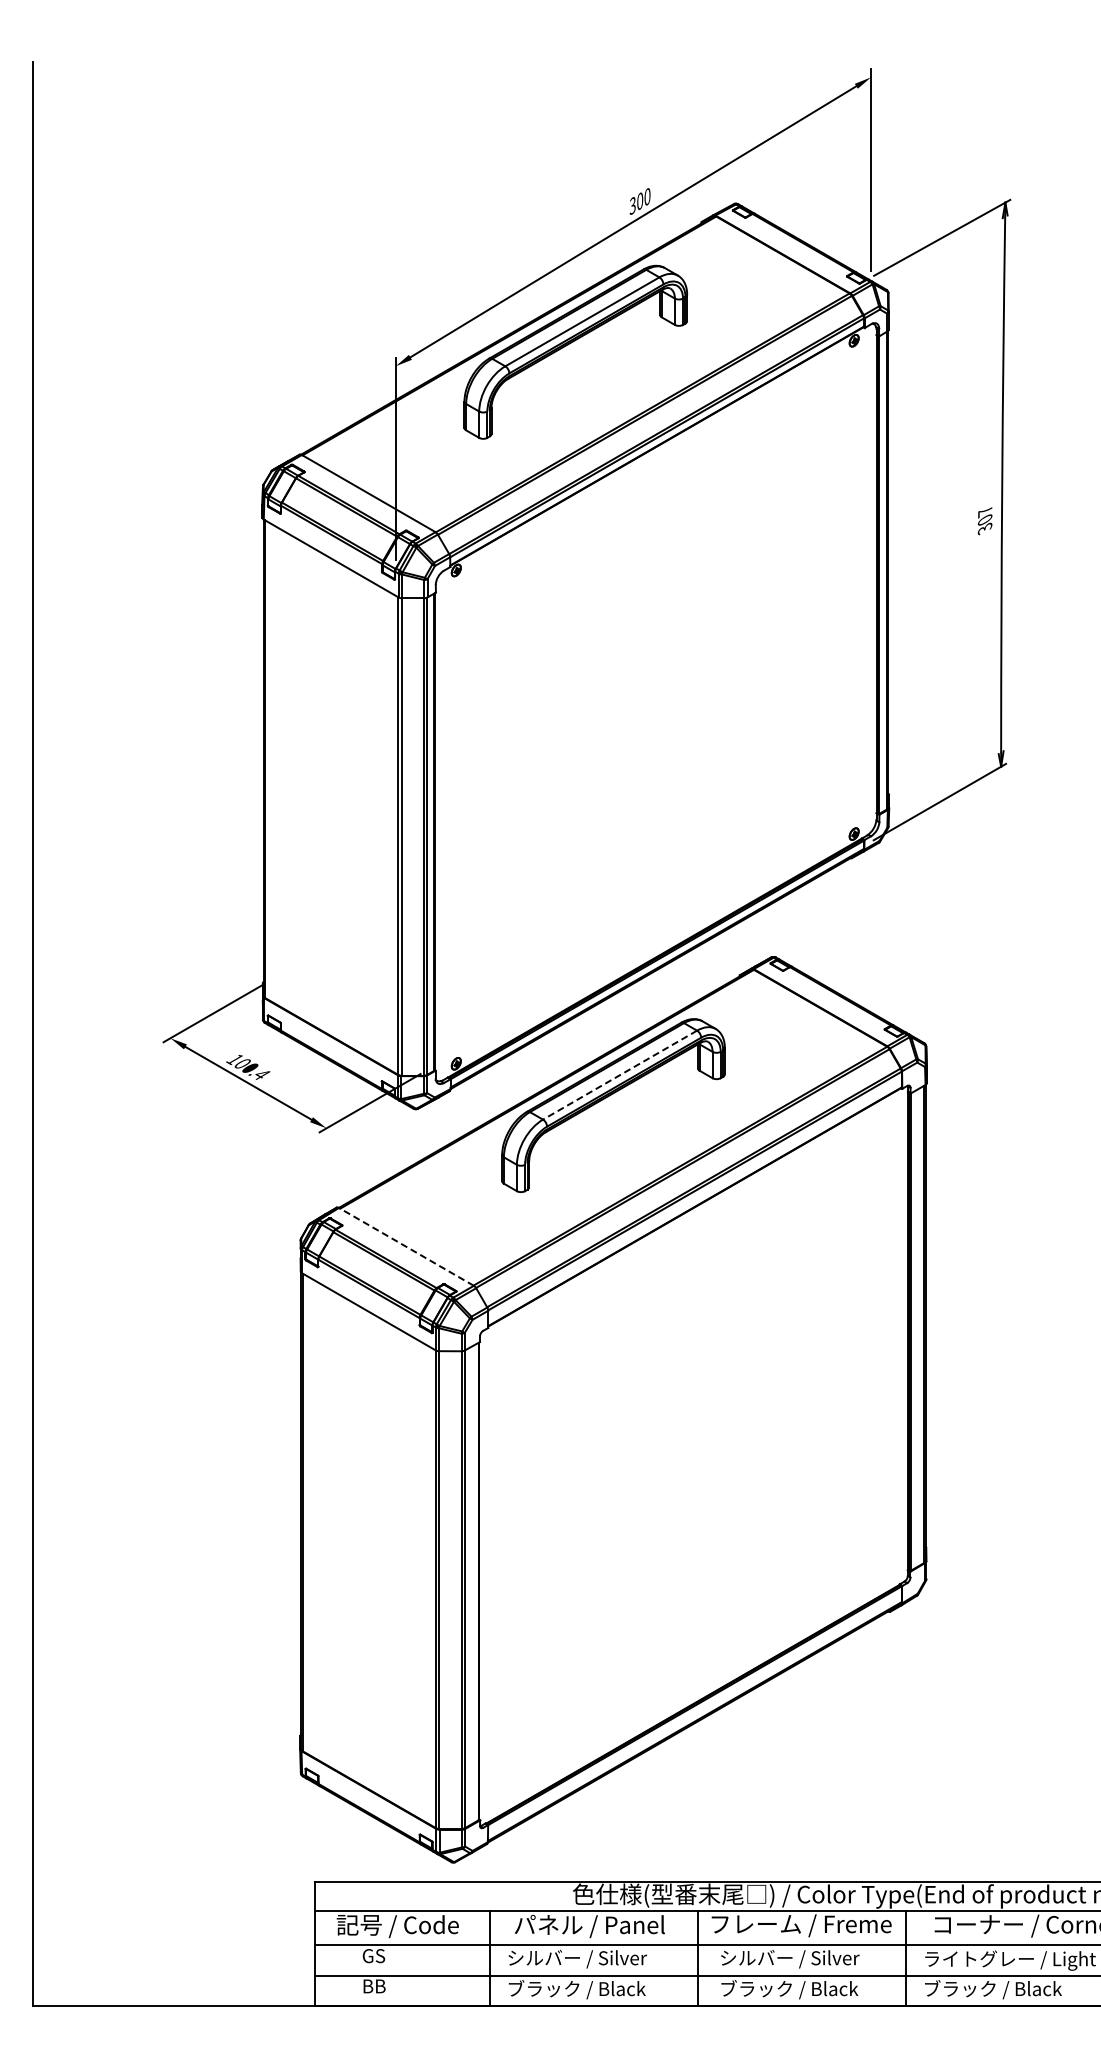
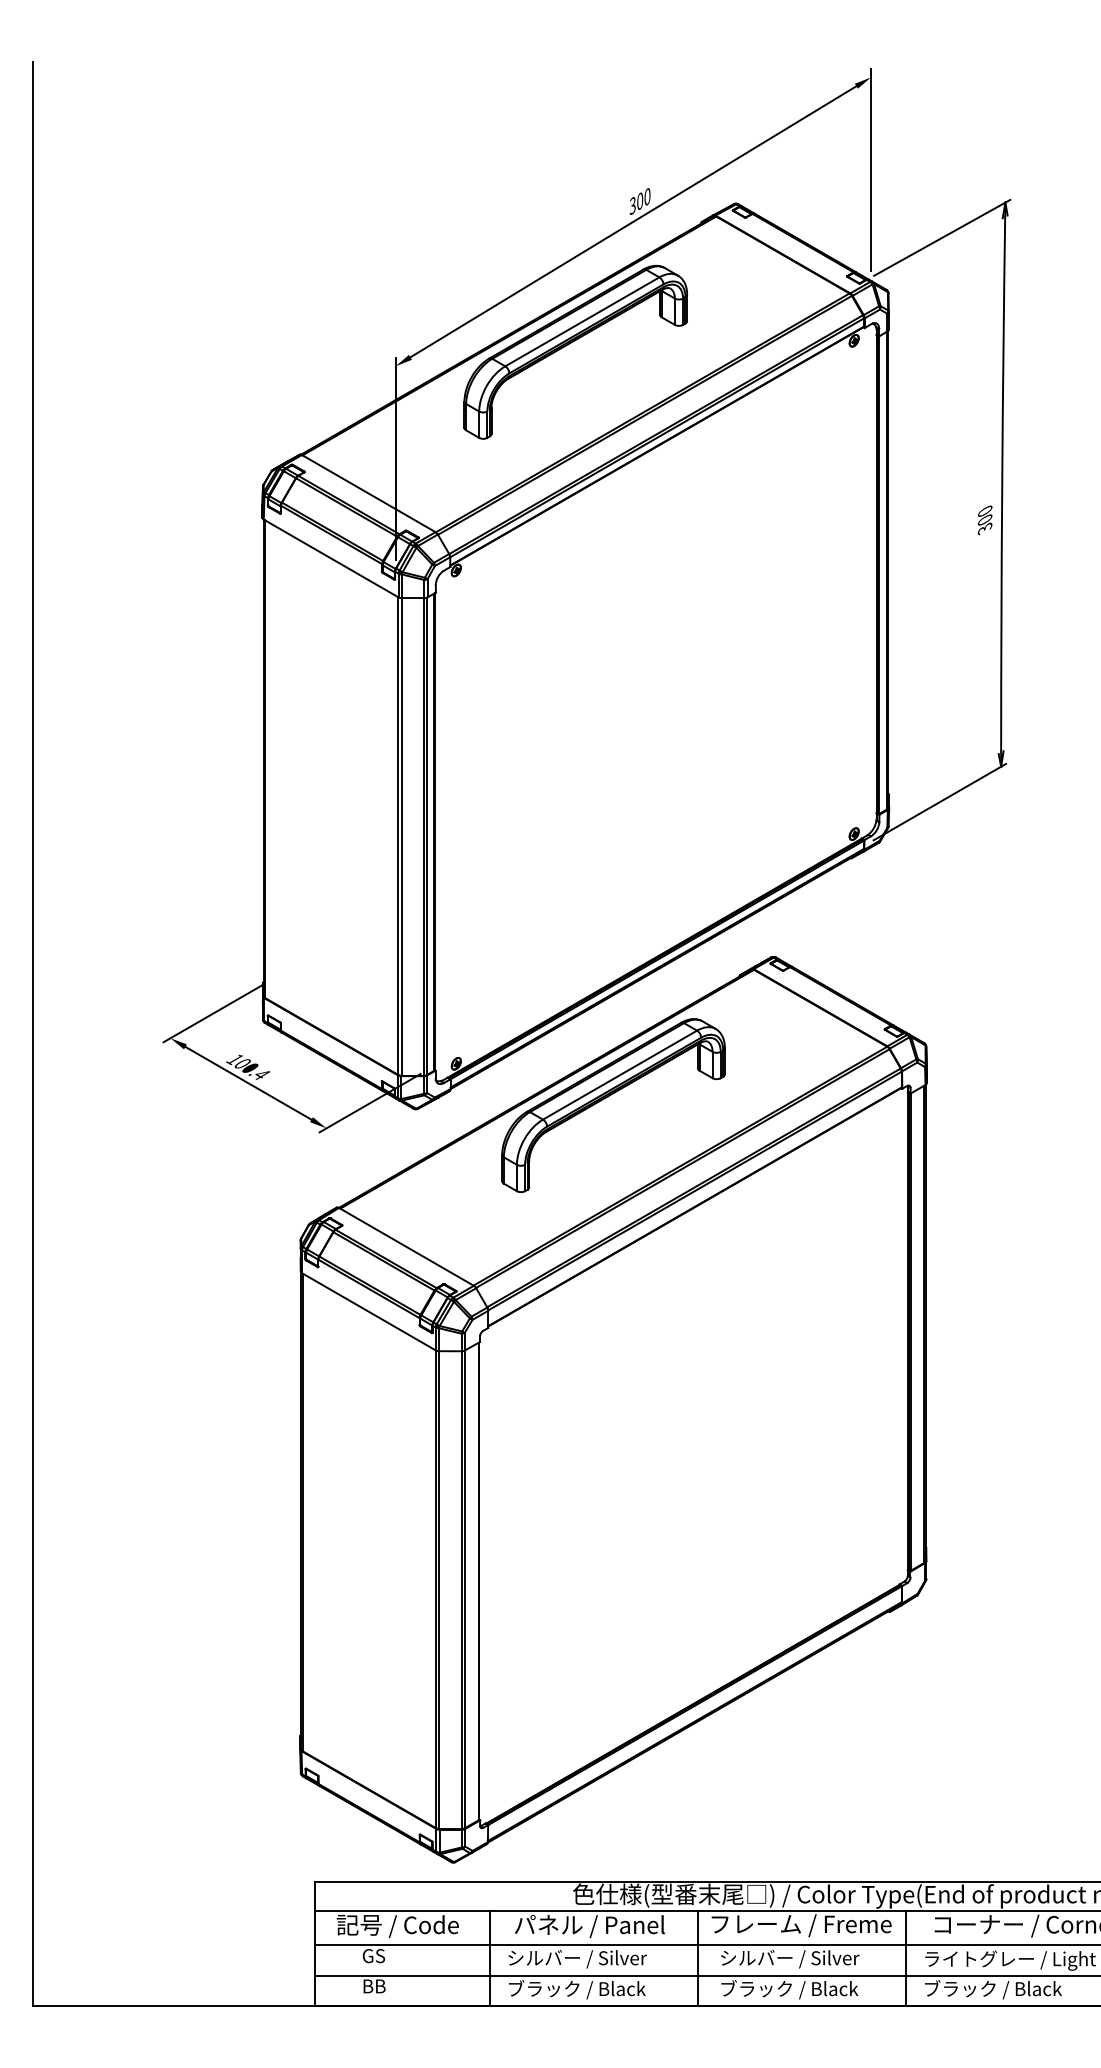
text at (985, 511): 307 -> 300
line at (620, 1075): dashed -> solid
line at (406, 1246): dashed -> solid
